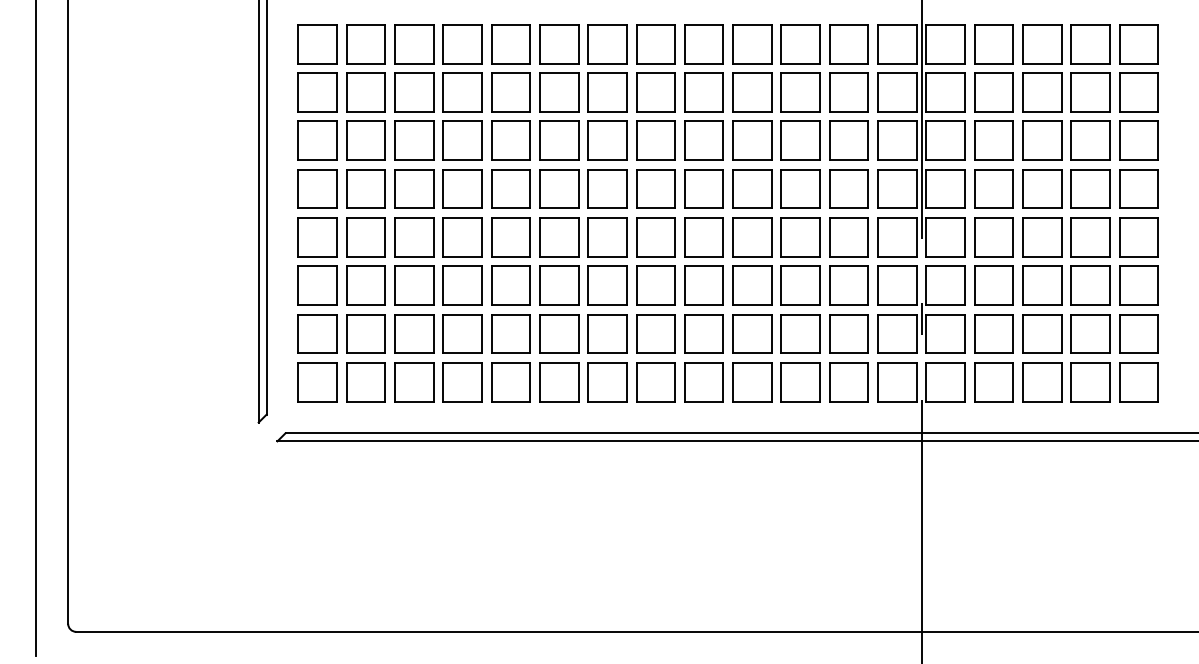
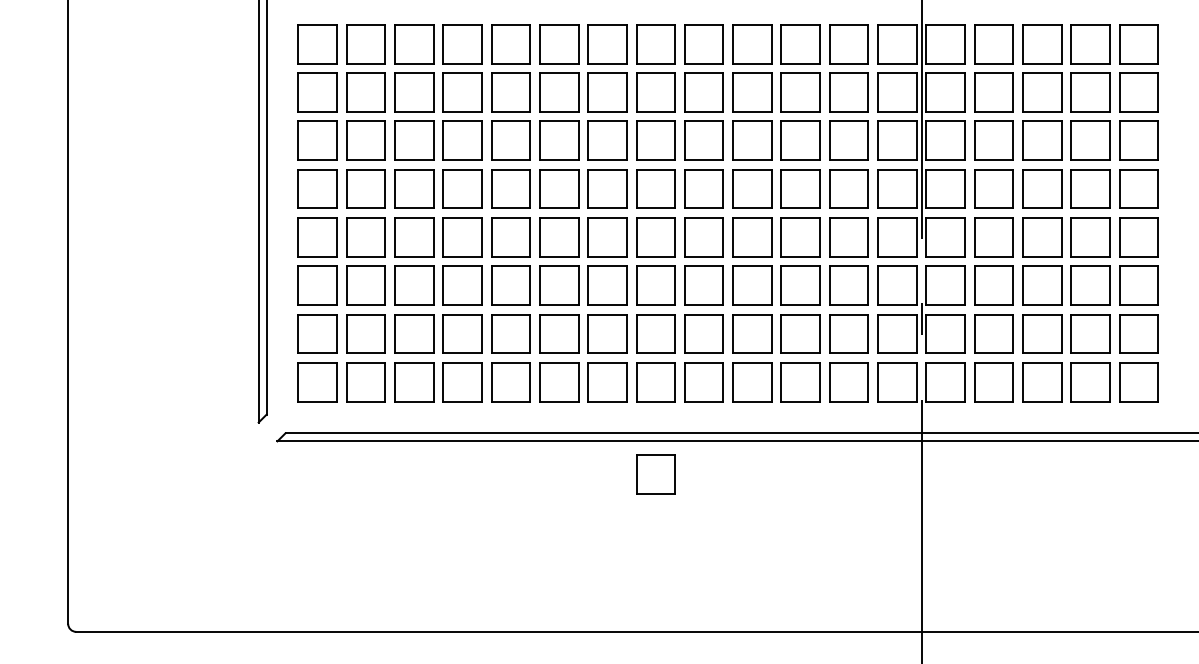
line at (35, 329): present -> none
part at (655, 474): none -> present
